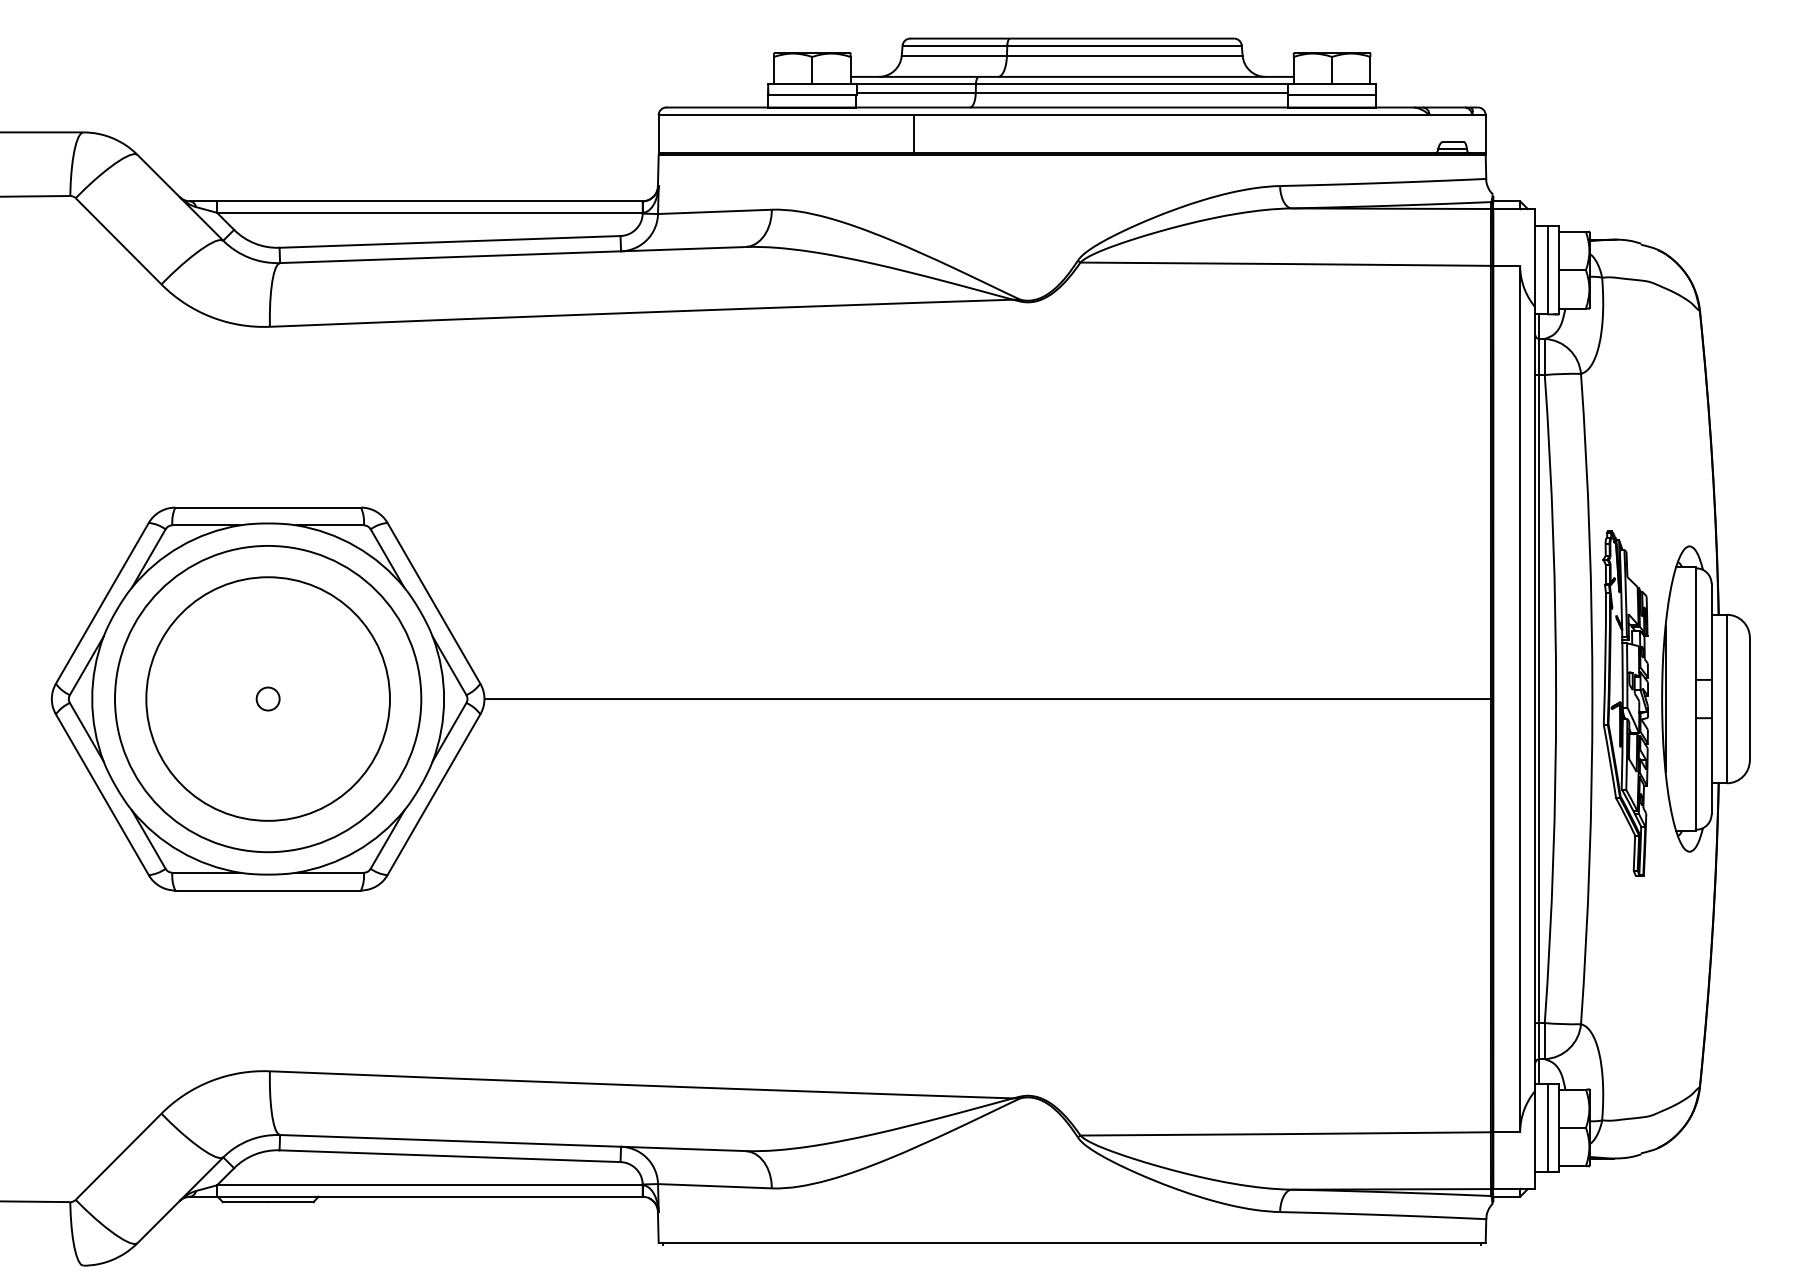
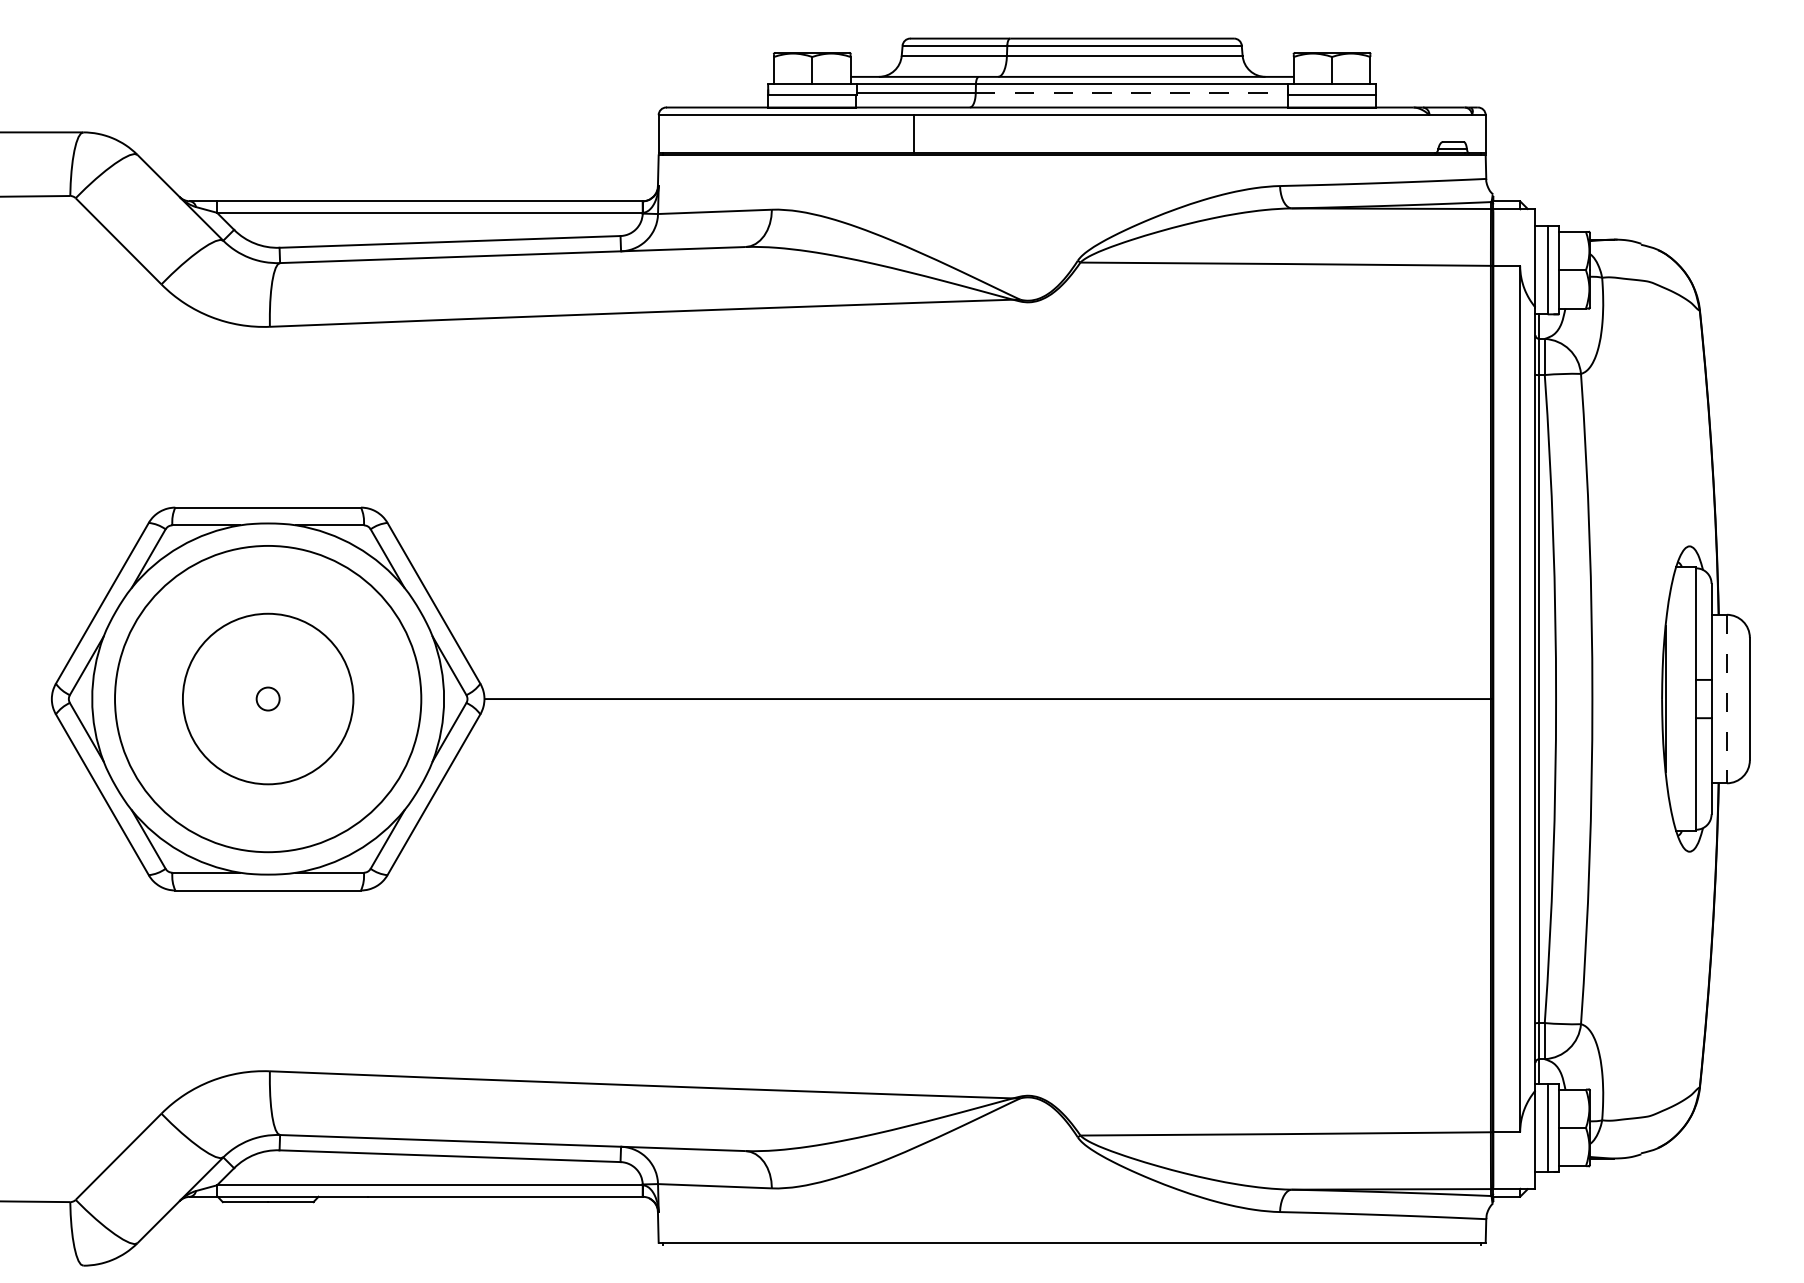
line at (1132, 93): solid -> dashed
circle at (267, 698) diameter: 244 px -> 171 px
line at (1726, 699): solid -> dashed
part at (1625, 703): present -> none
